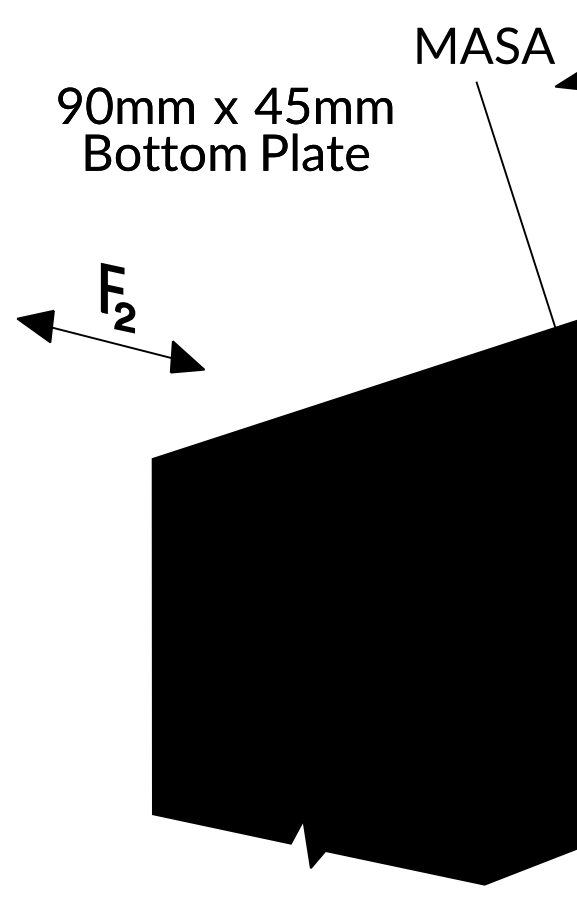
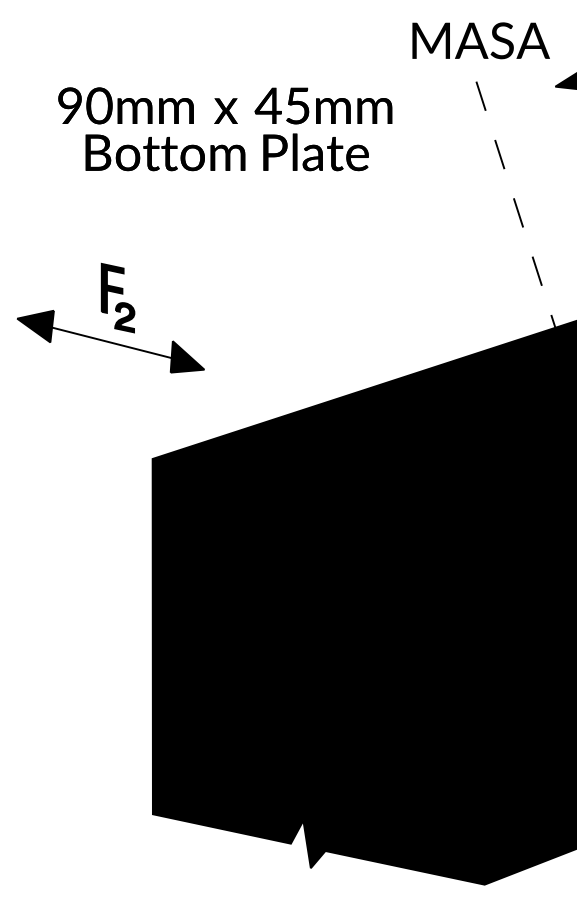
text at (485, 45) position: (485, 45) -> (480, 40)
line at (516, 206): solid -> dashed
